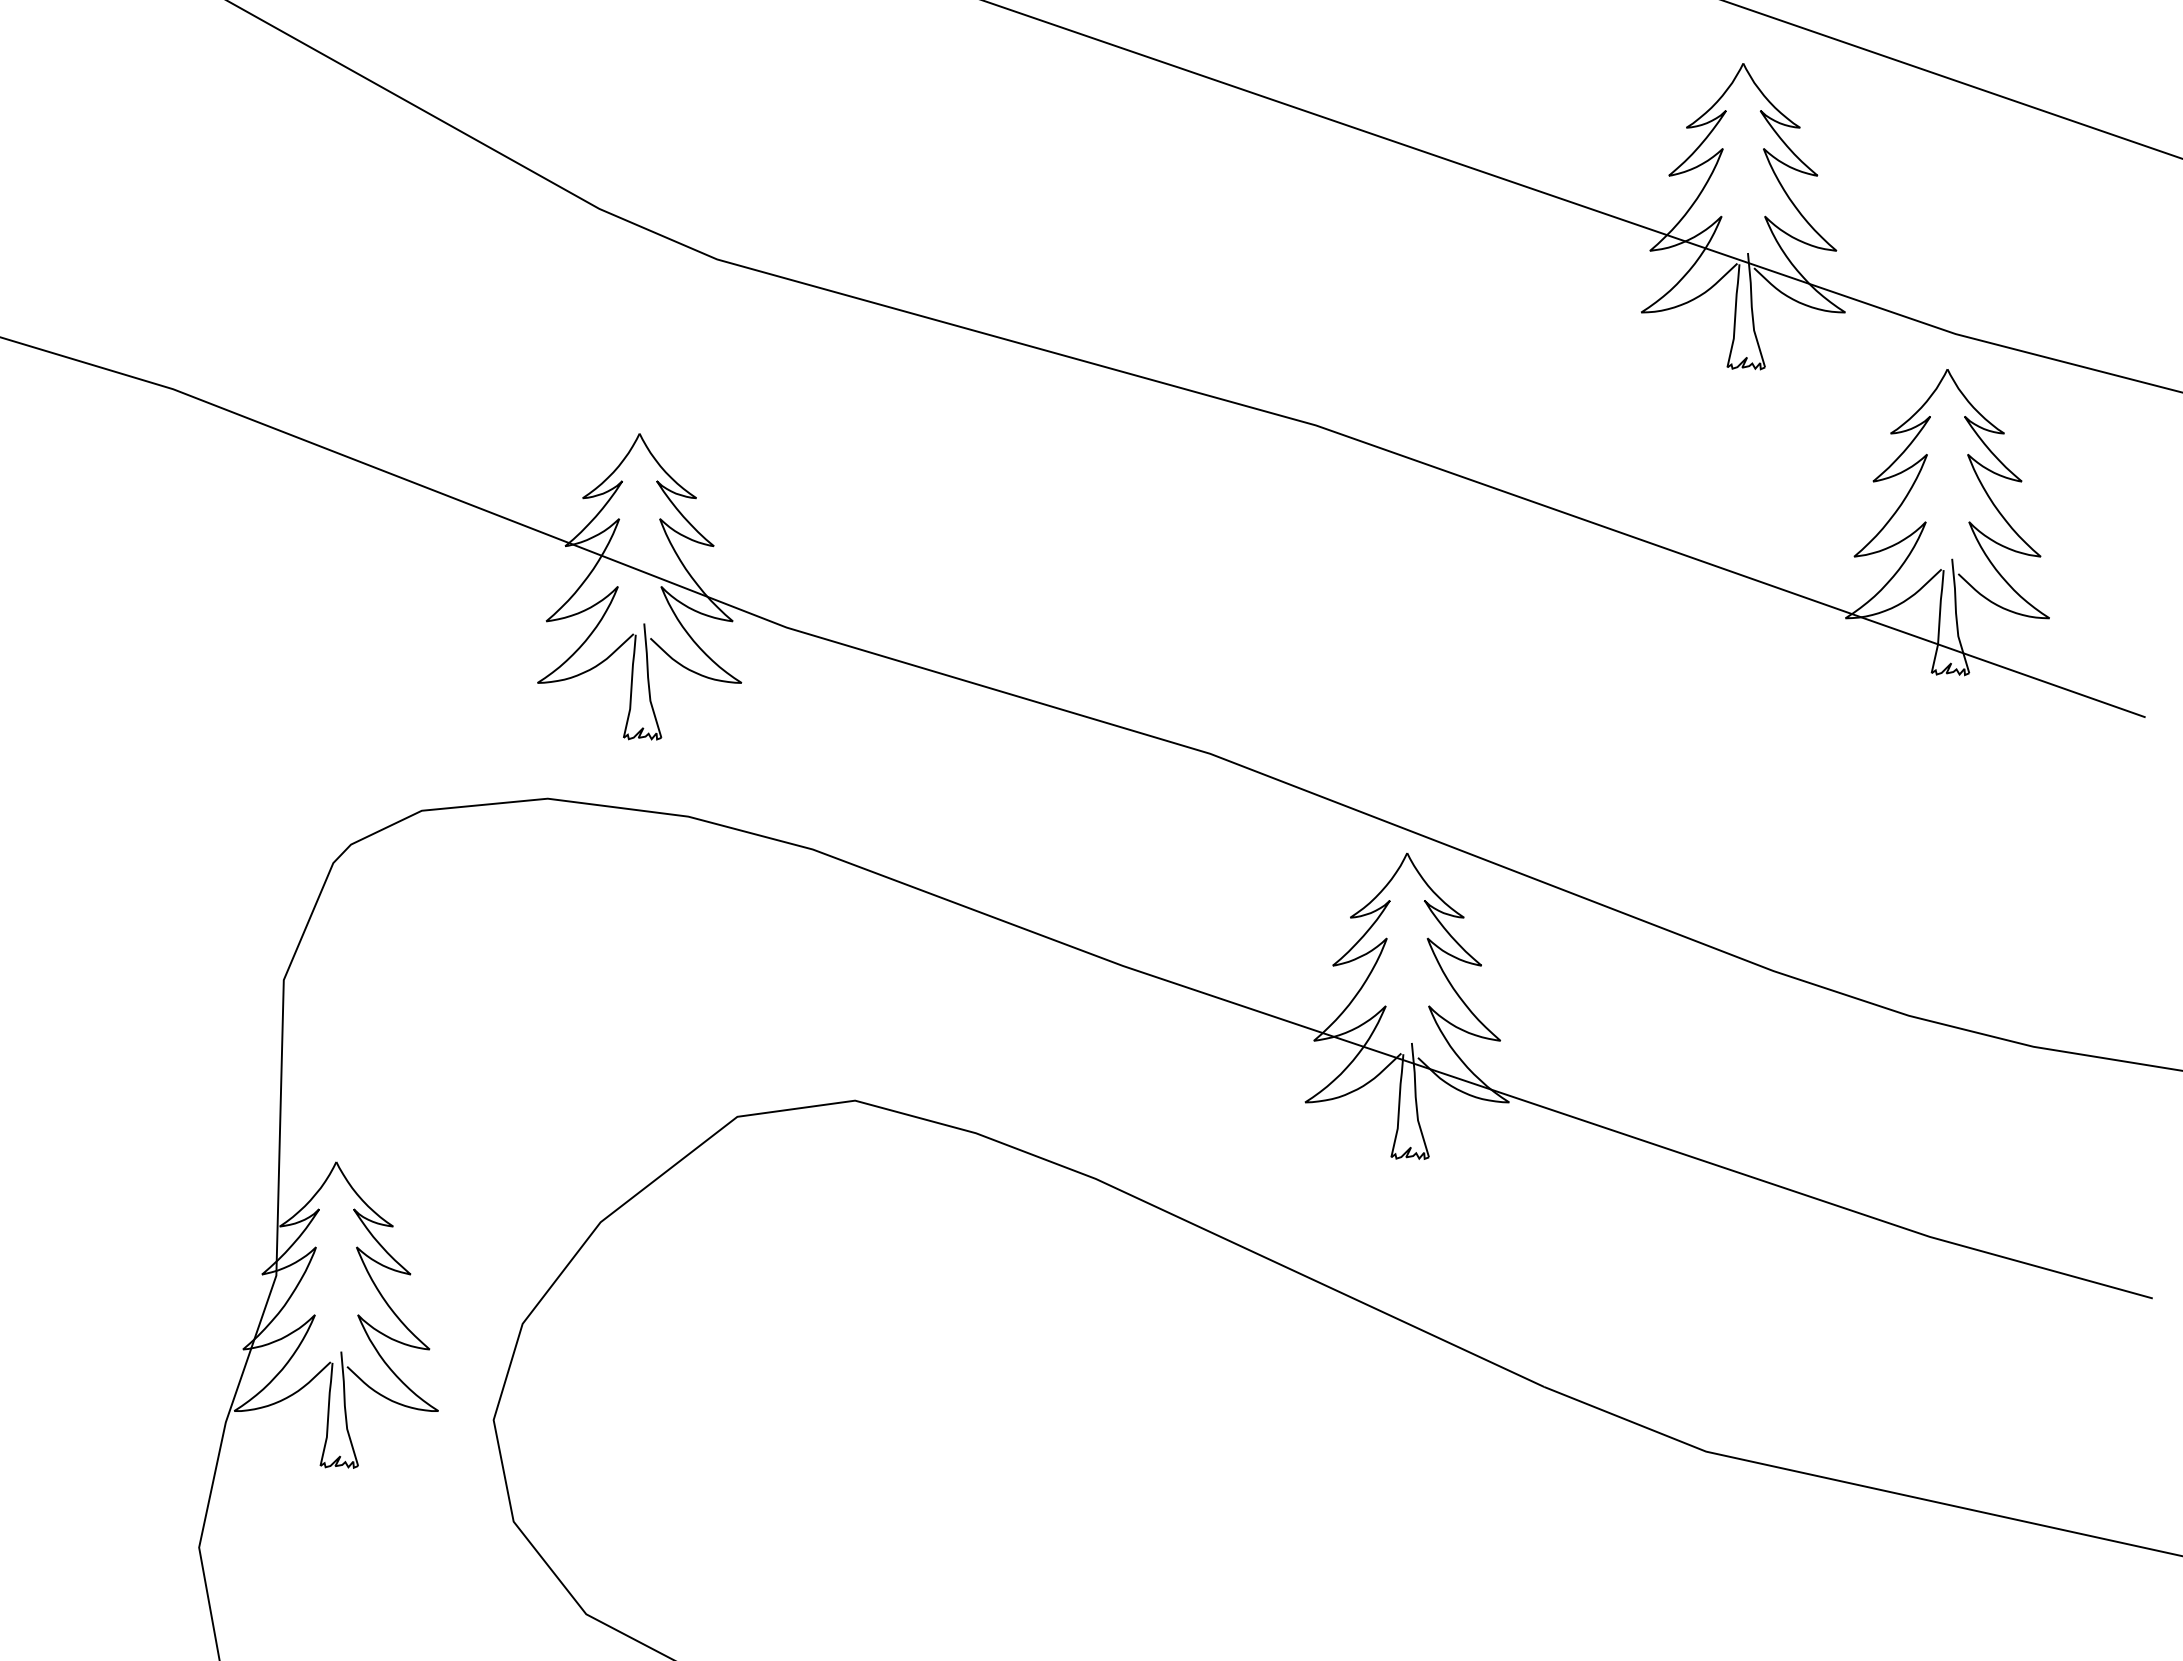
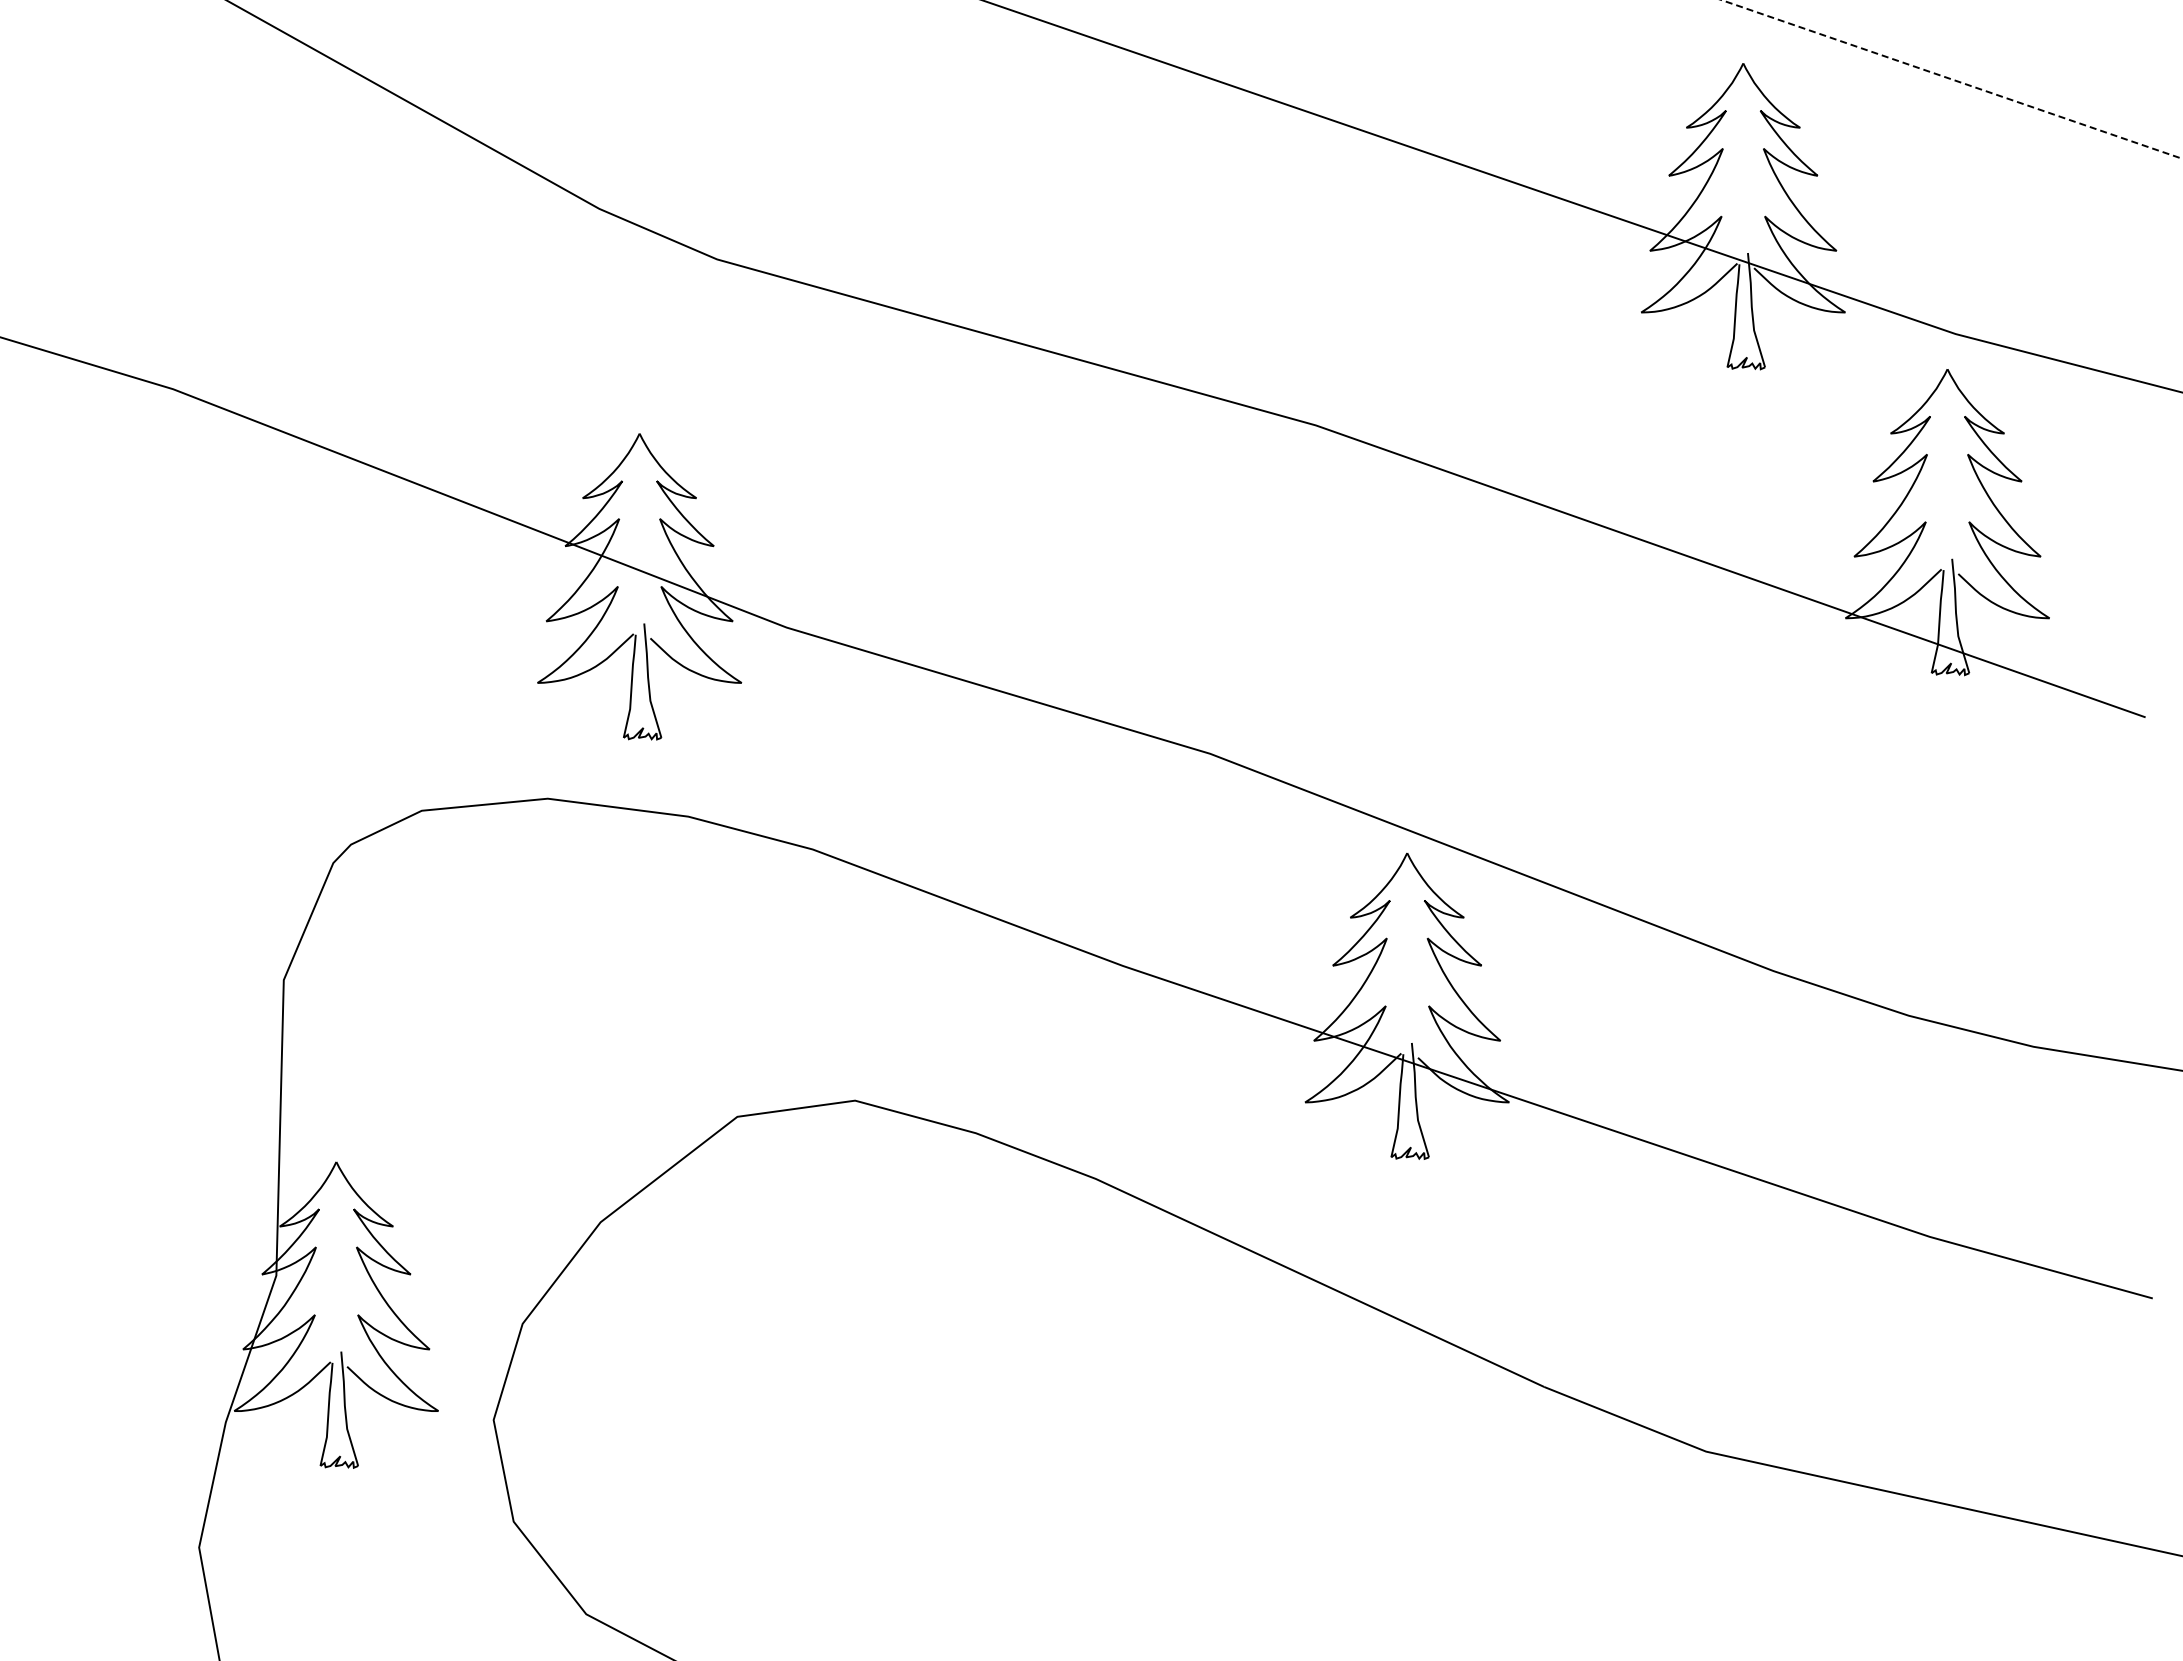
line at (1952, 79): solid -> dashed
